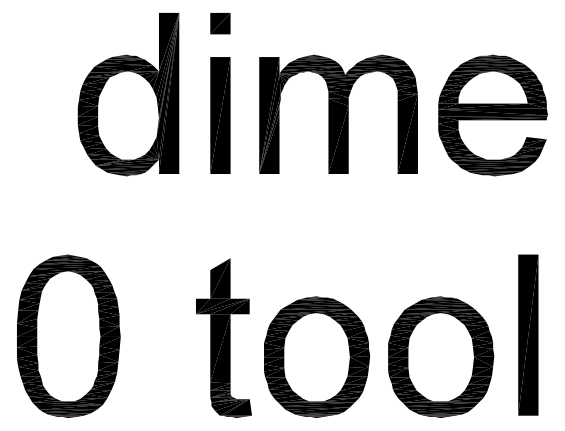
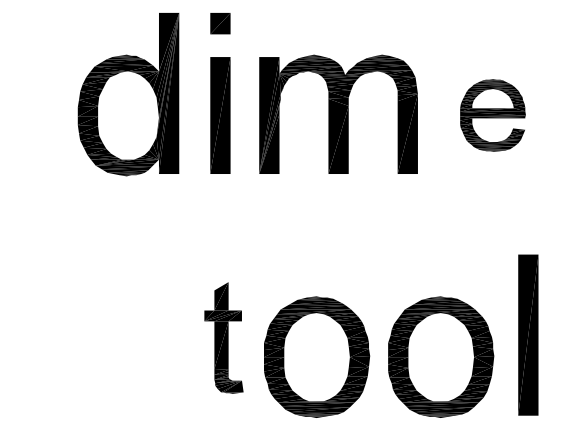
part at (492, 115) size: 110x123 px -> 66x73 px
part at (68, 335): present -> none
part at (223, 337) size: 56x160 px -> 40x112 px
